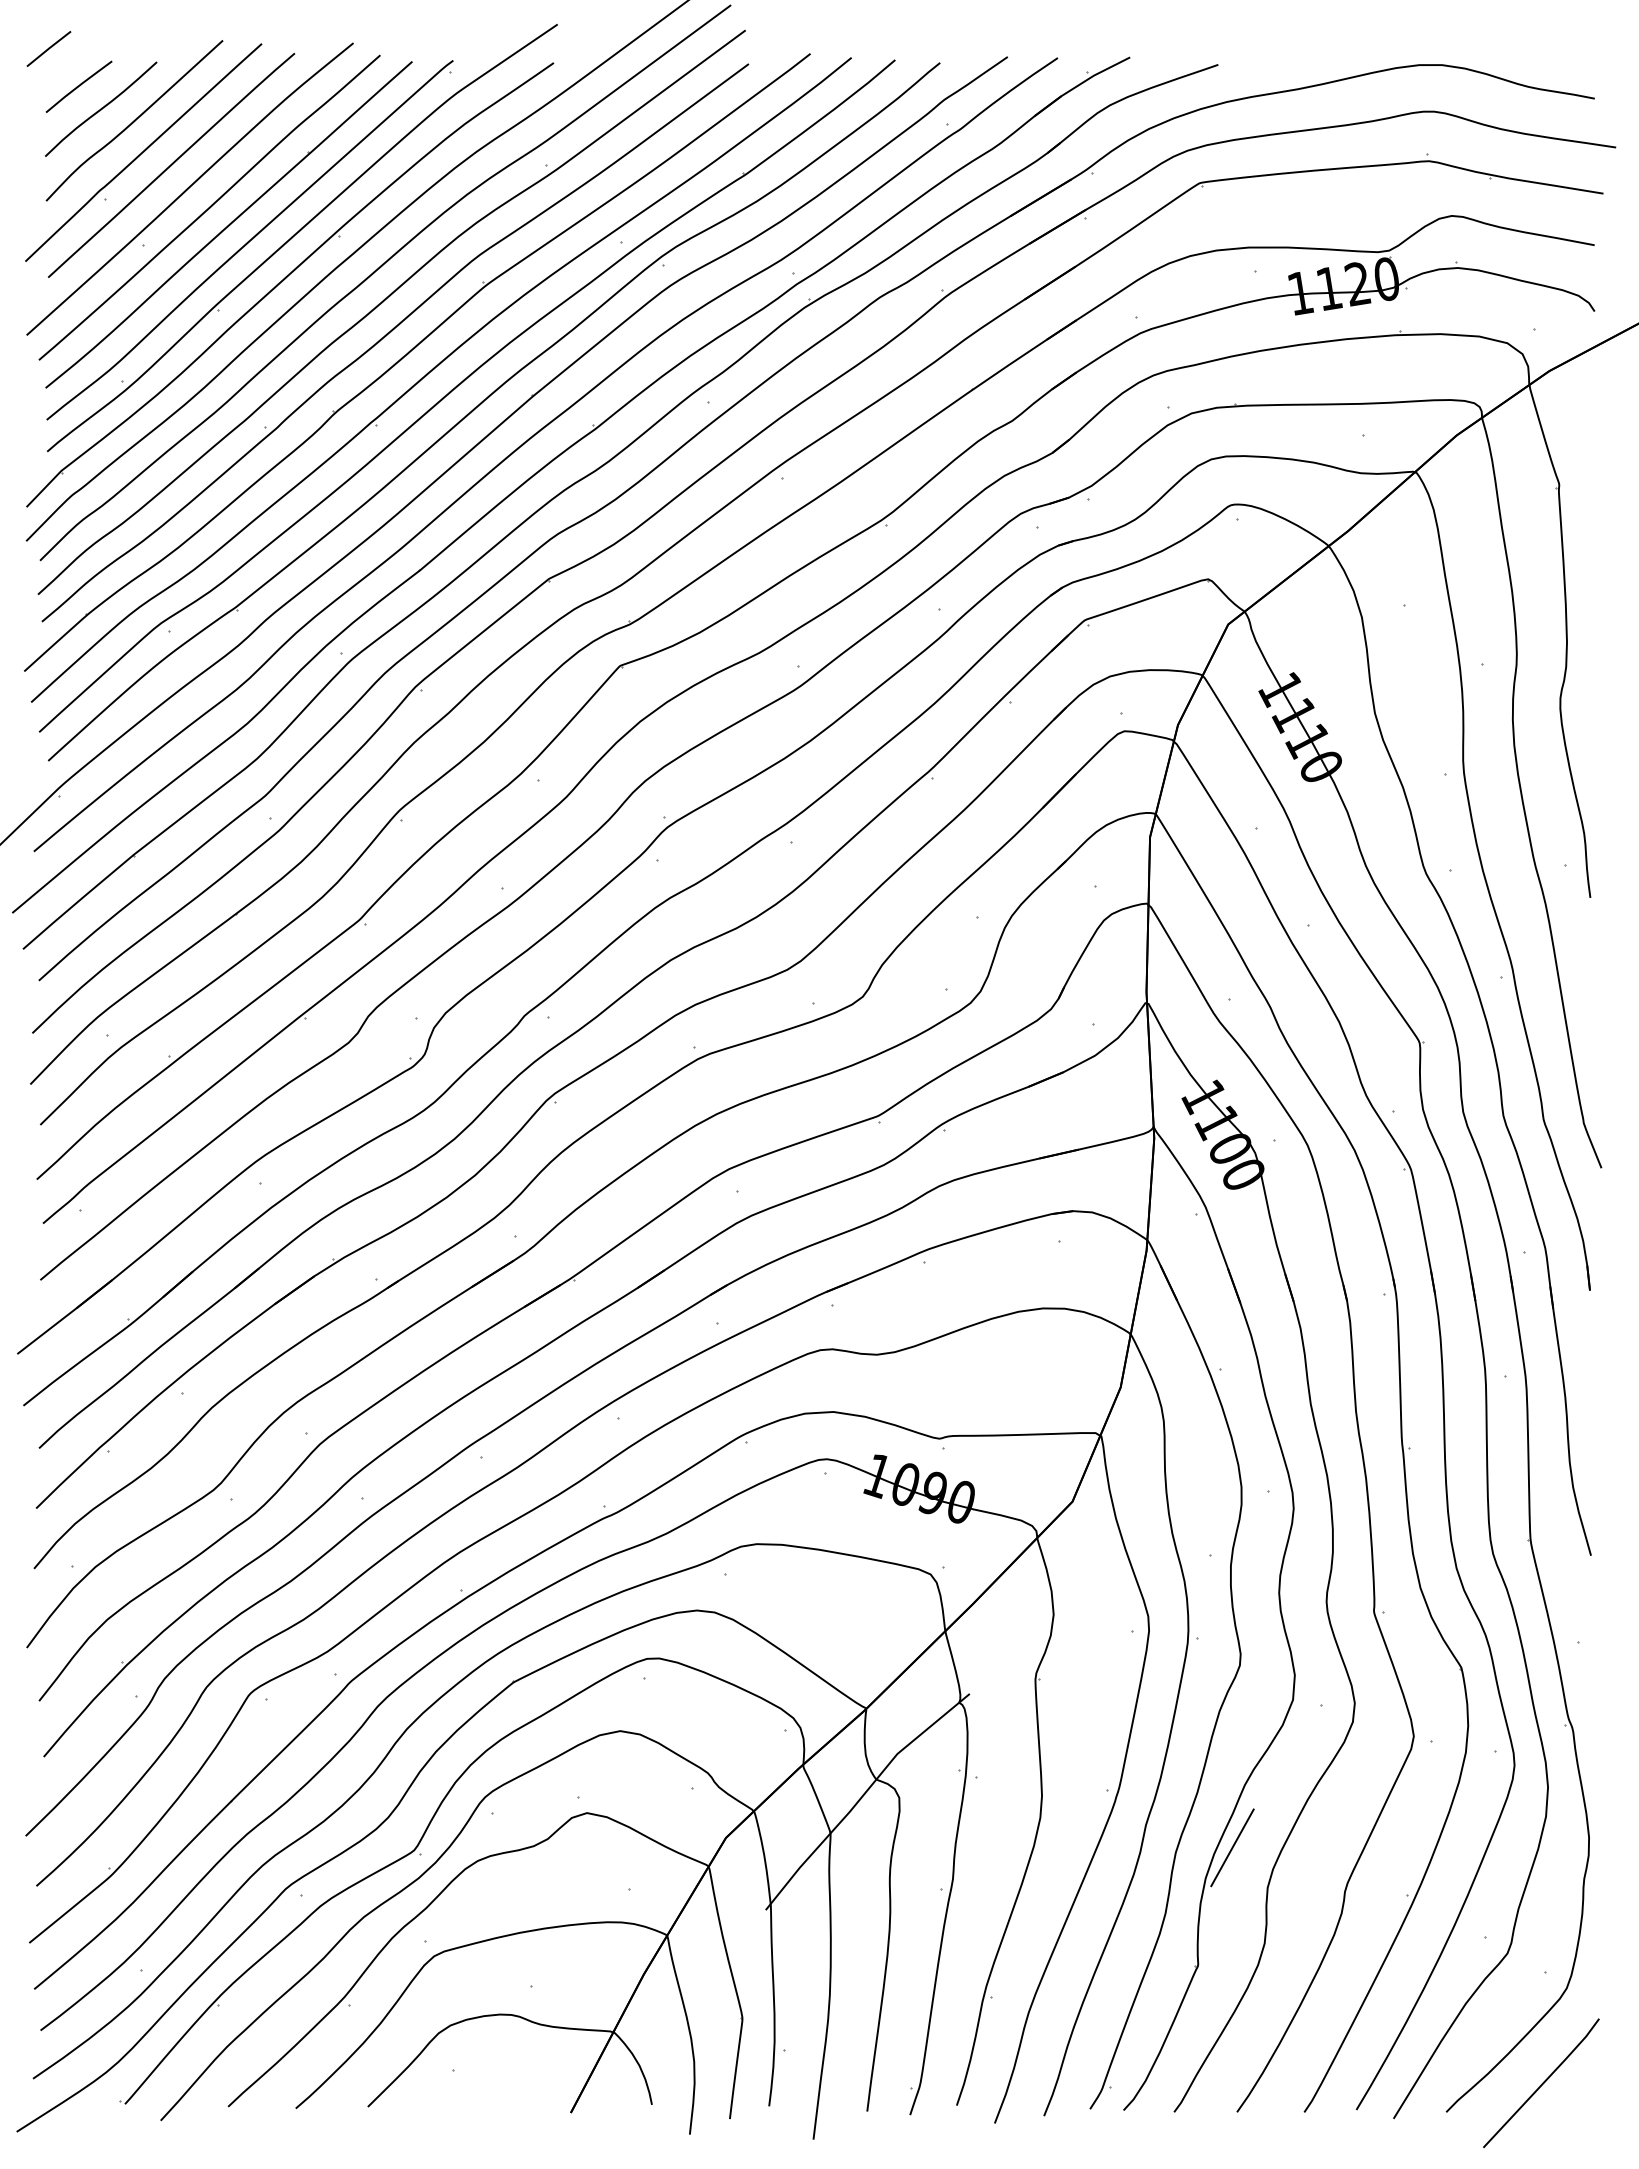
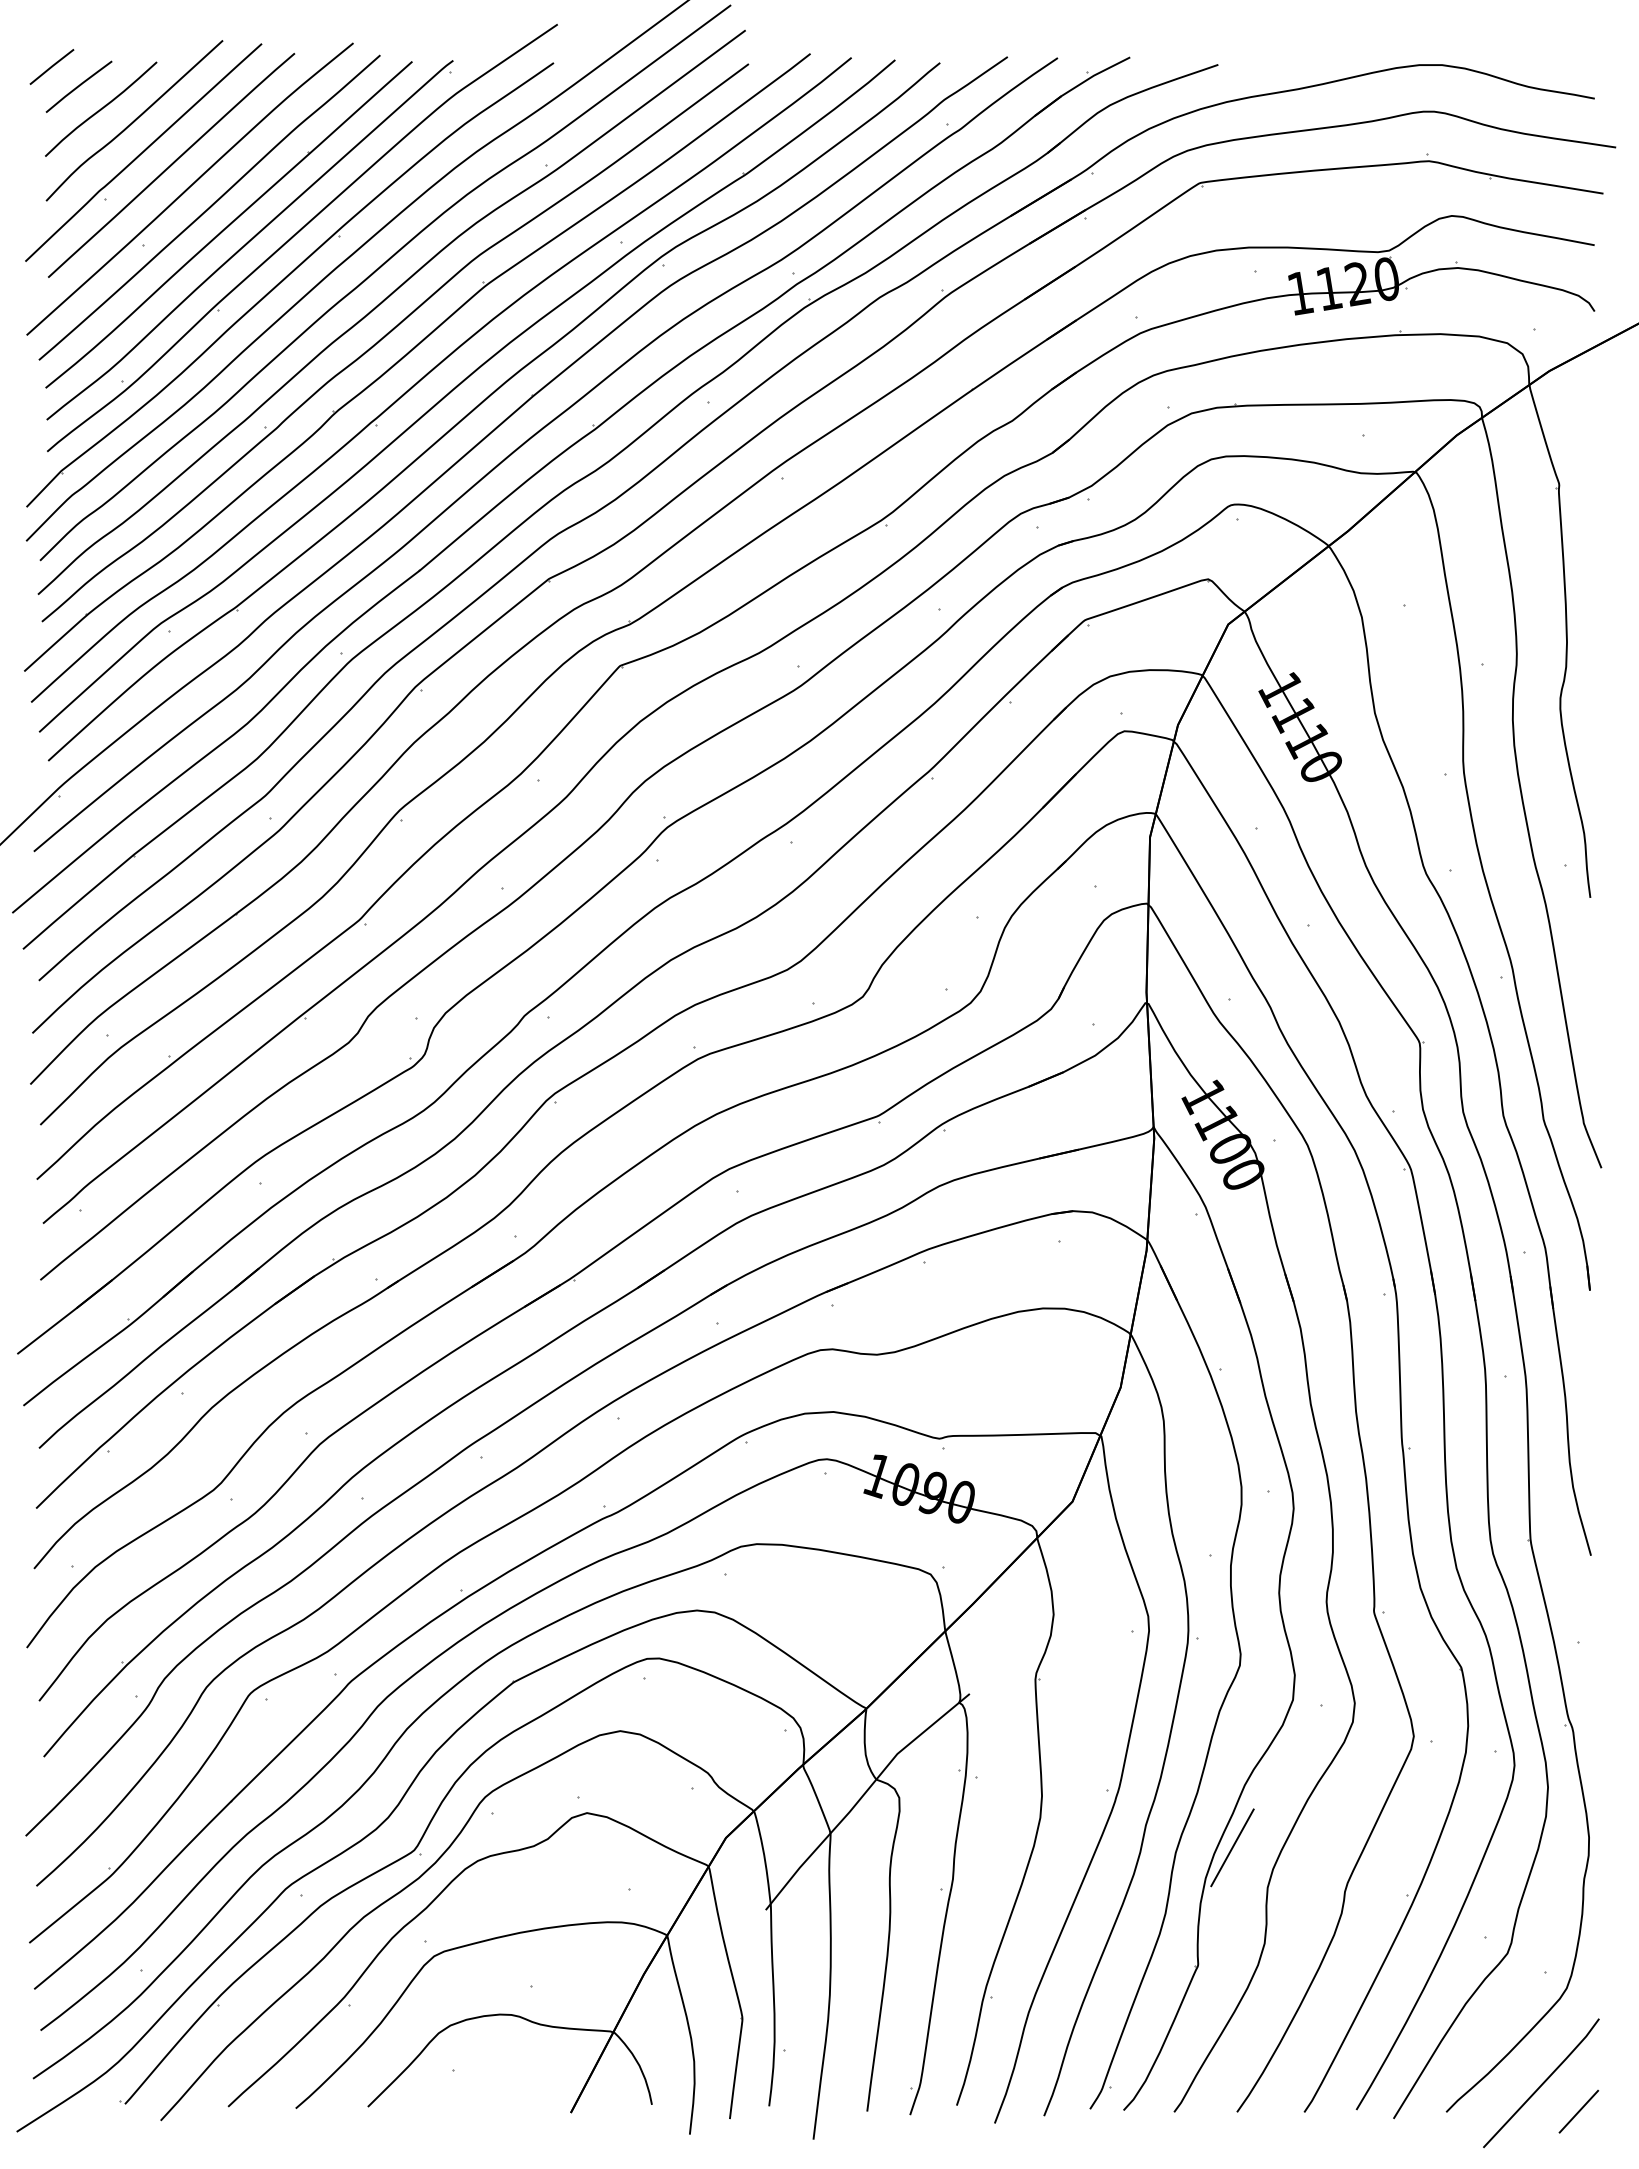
line at (48, 48) position: (48, 48) -> (51, 66)
line at (1578, 2111): none -> present
